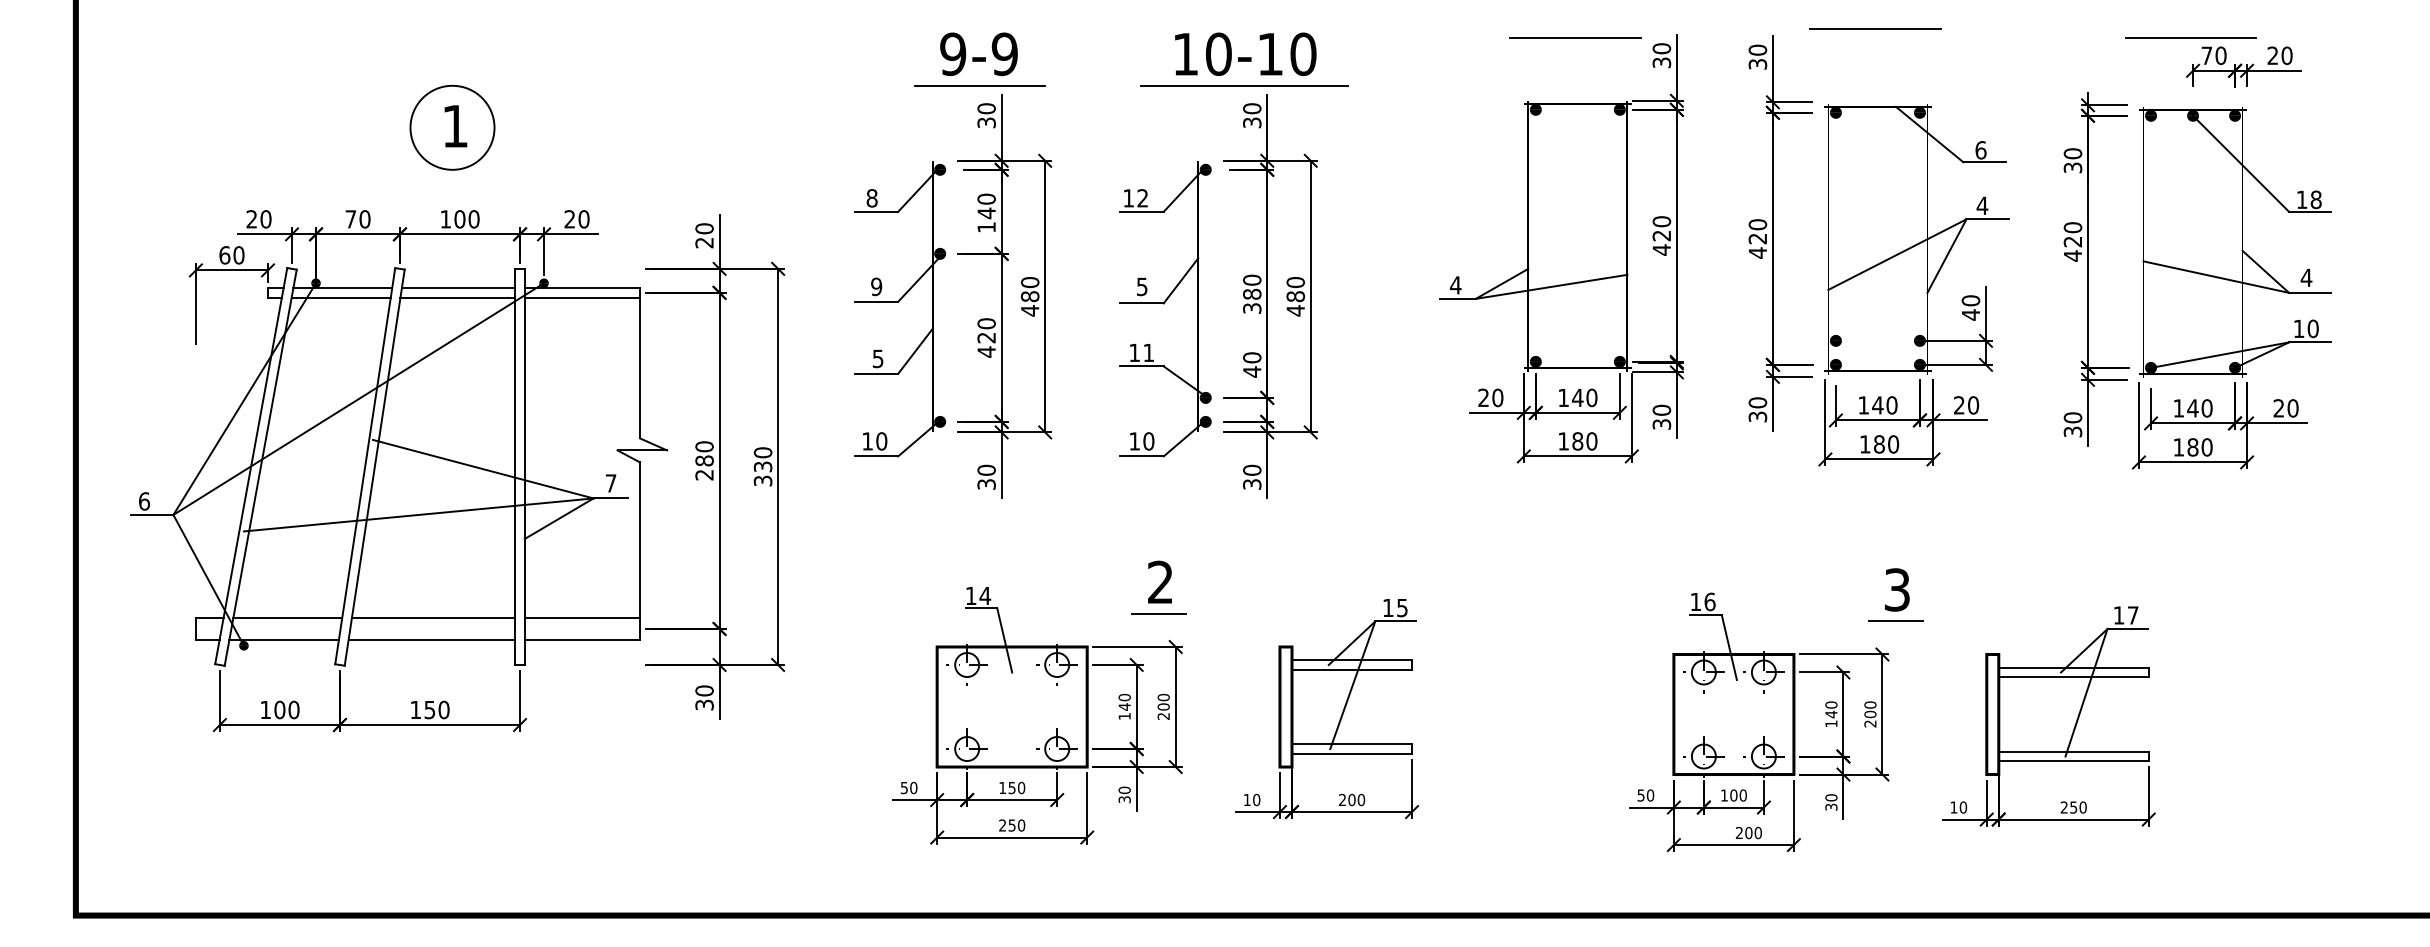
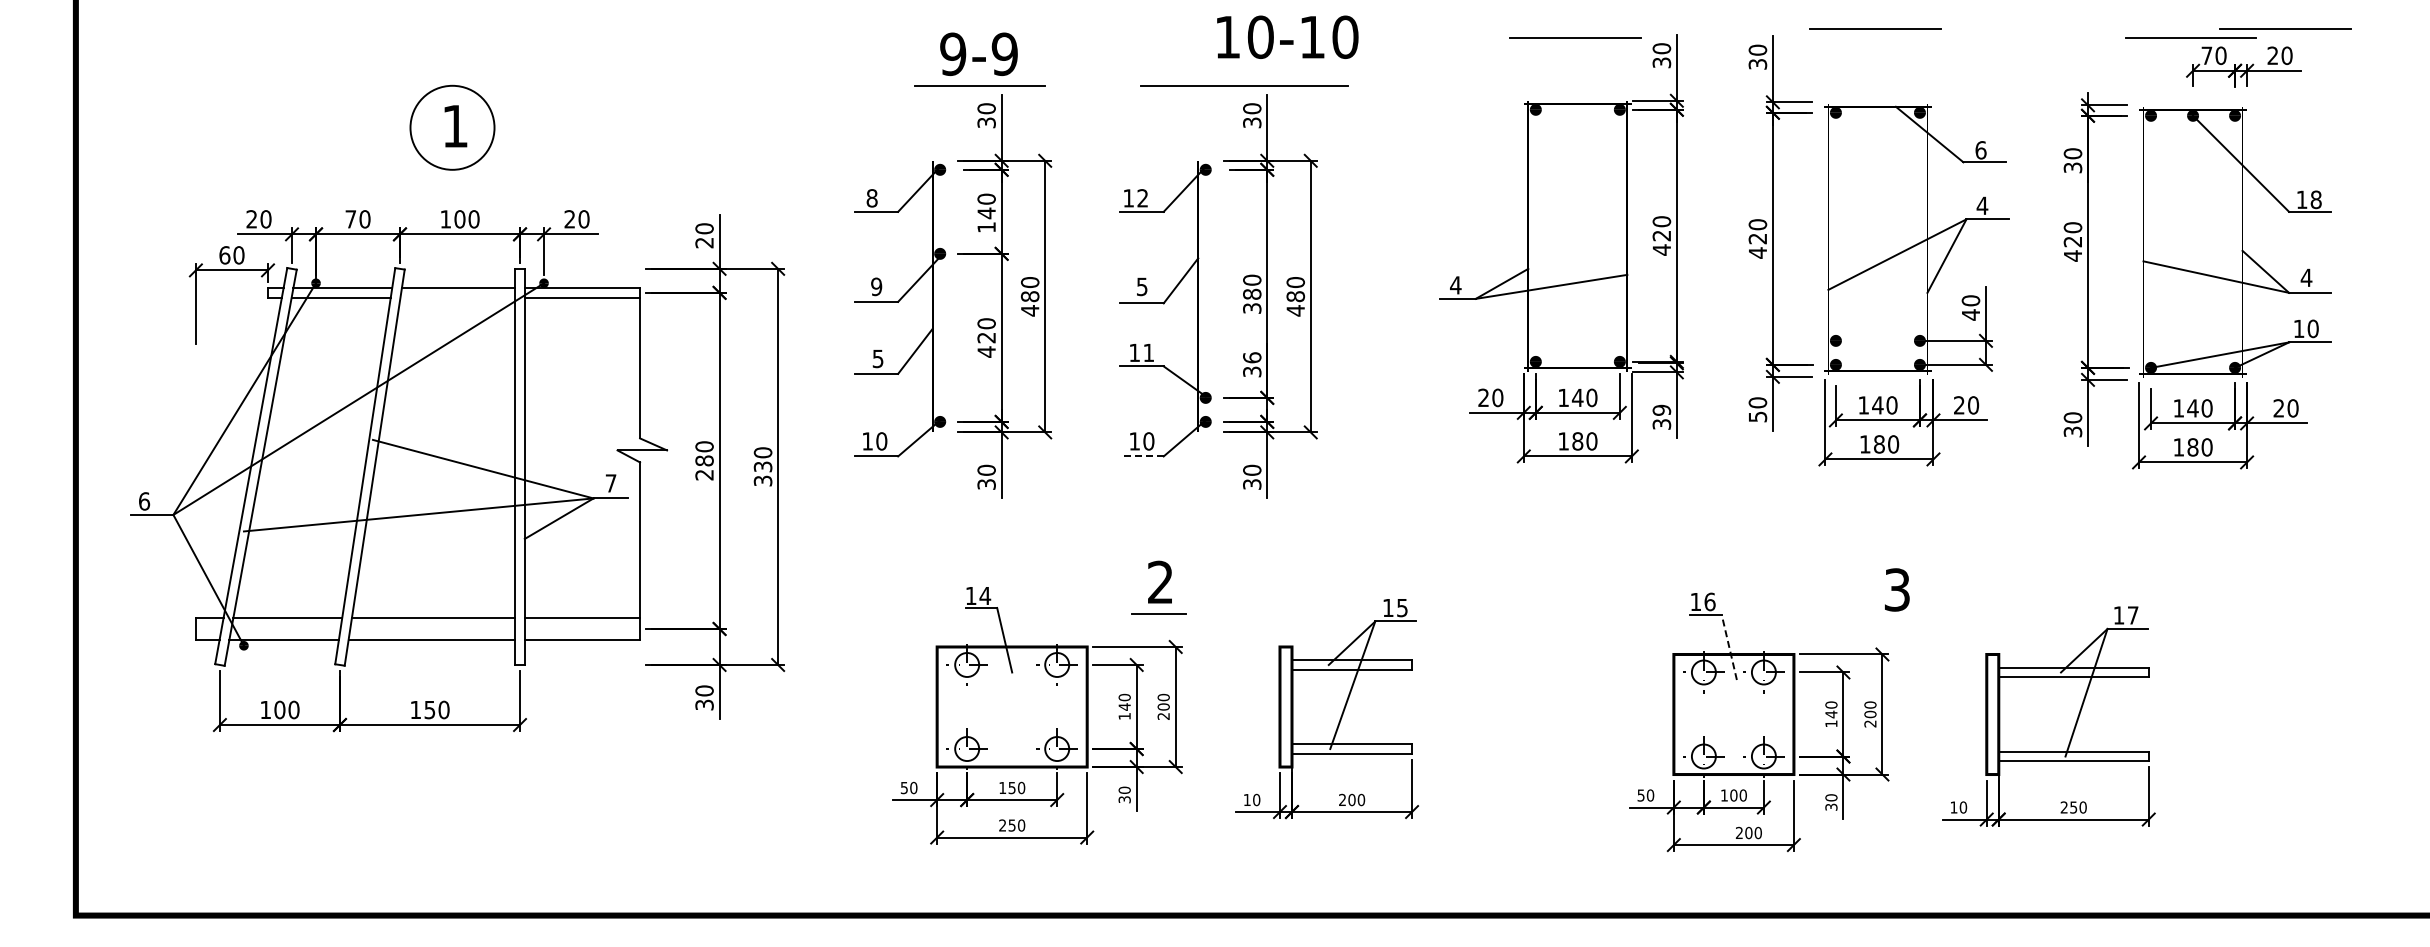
line at (2285, 28): none -> present
text at (1245, 53) position: (1245, 53) -> (1287, 36)
line at (457, 297): present -> none
text at (1252, 364): 40 -> 36
text at (1662, 409): 30 -> 39
text at (1757, 416): 30 -> 50
line at (1141, 456): solid -> dashed
line at (1895, 621): present -> none
line at (1729, 647): solid -> dashed
